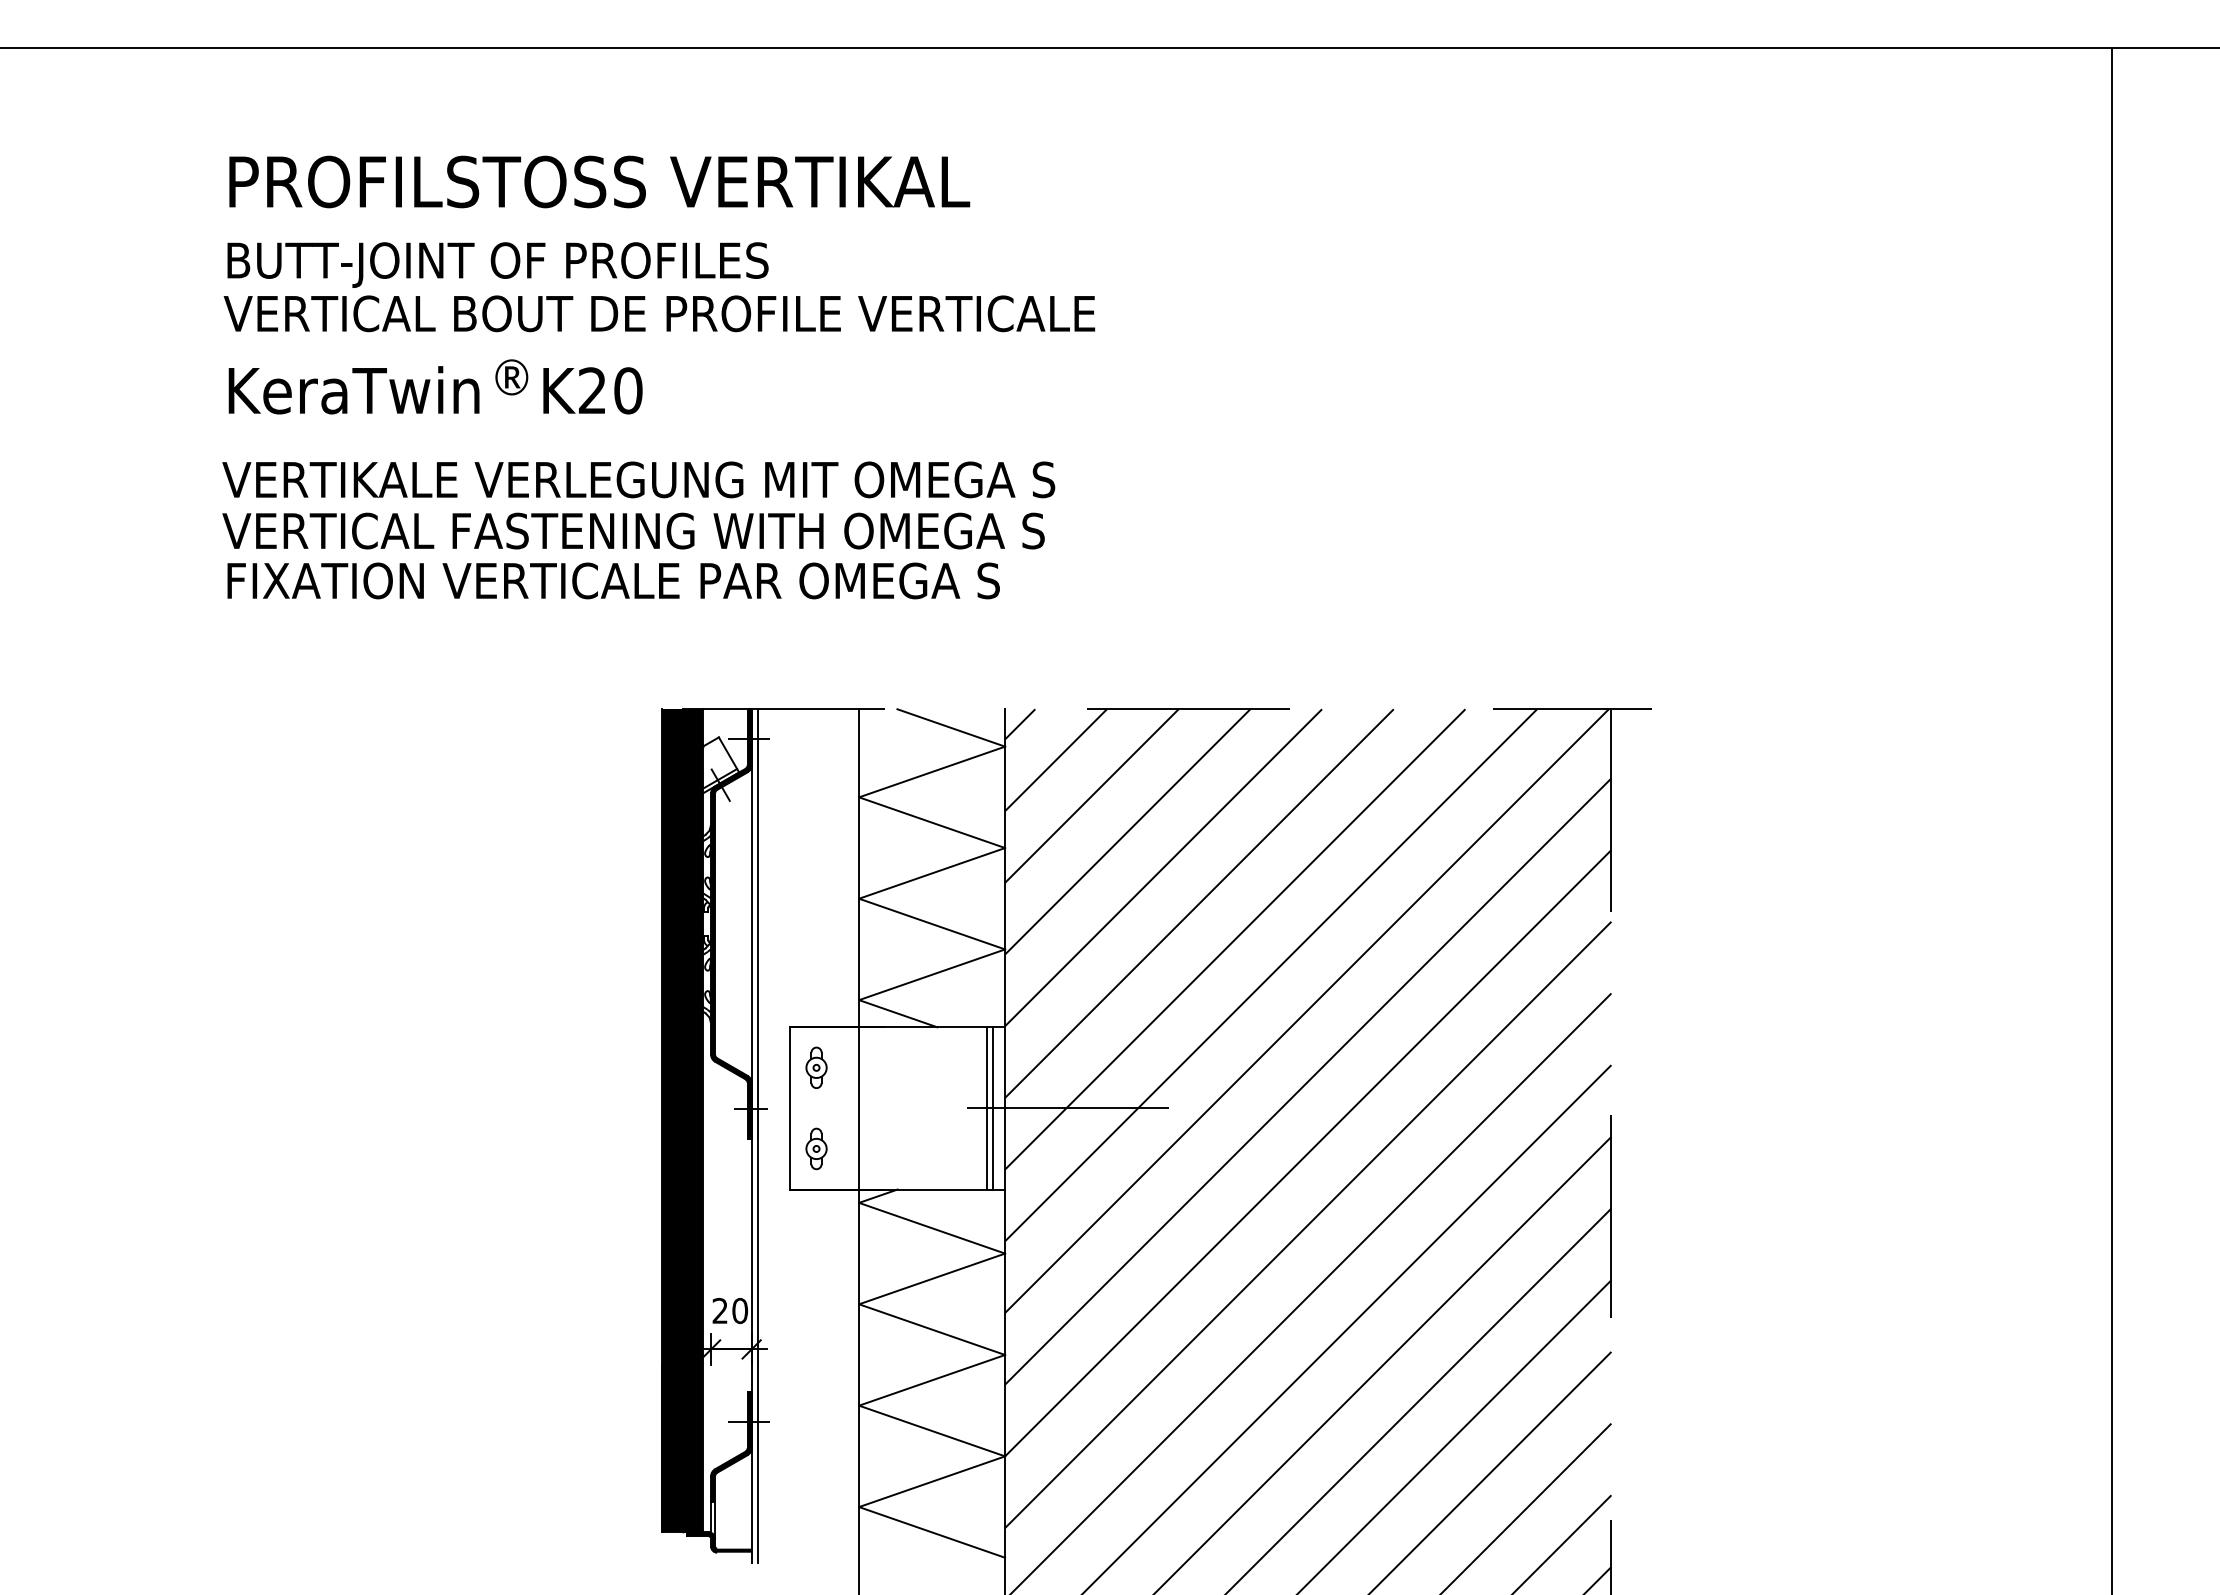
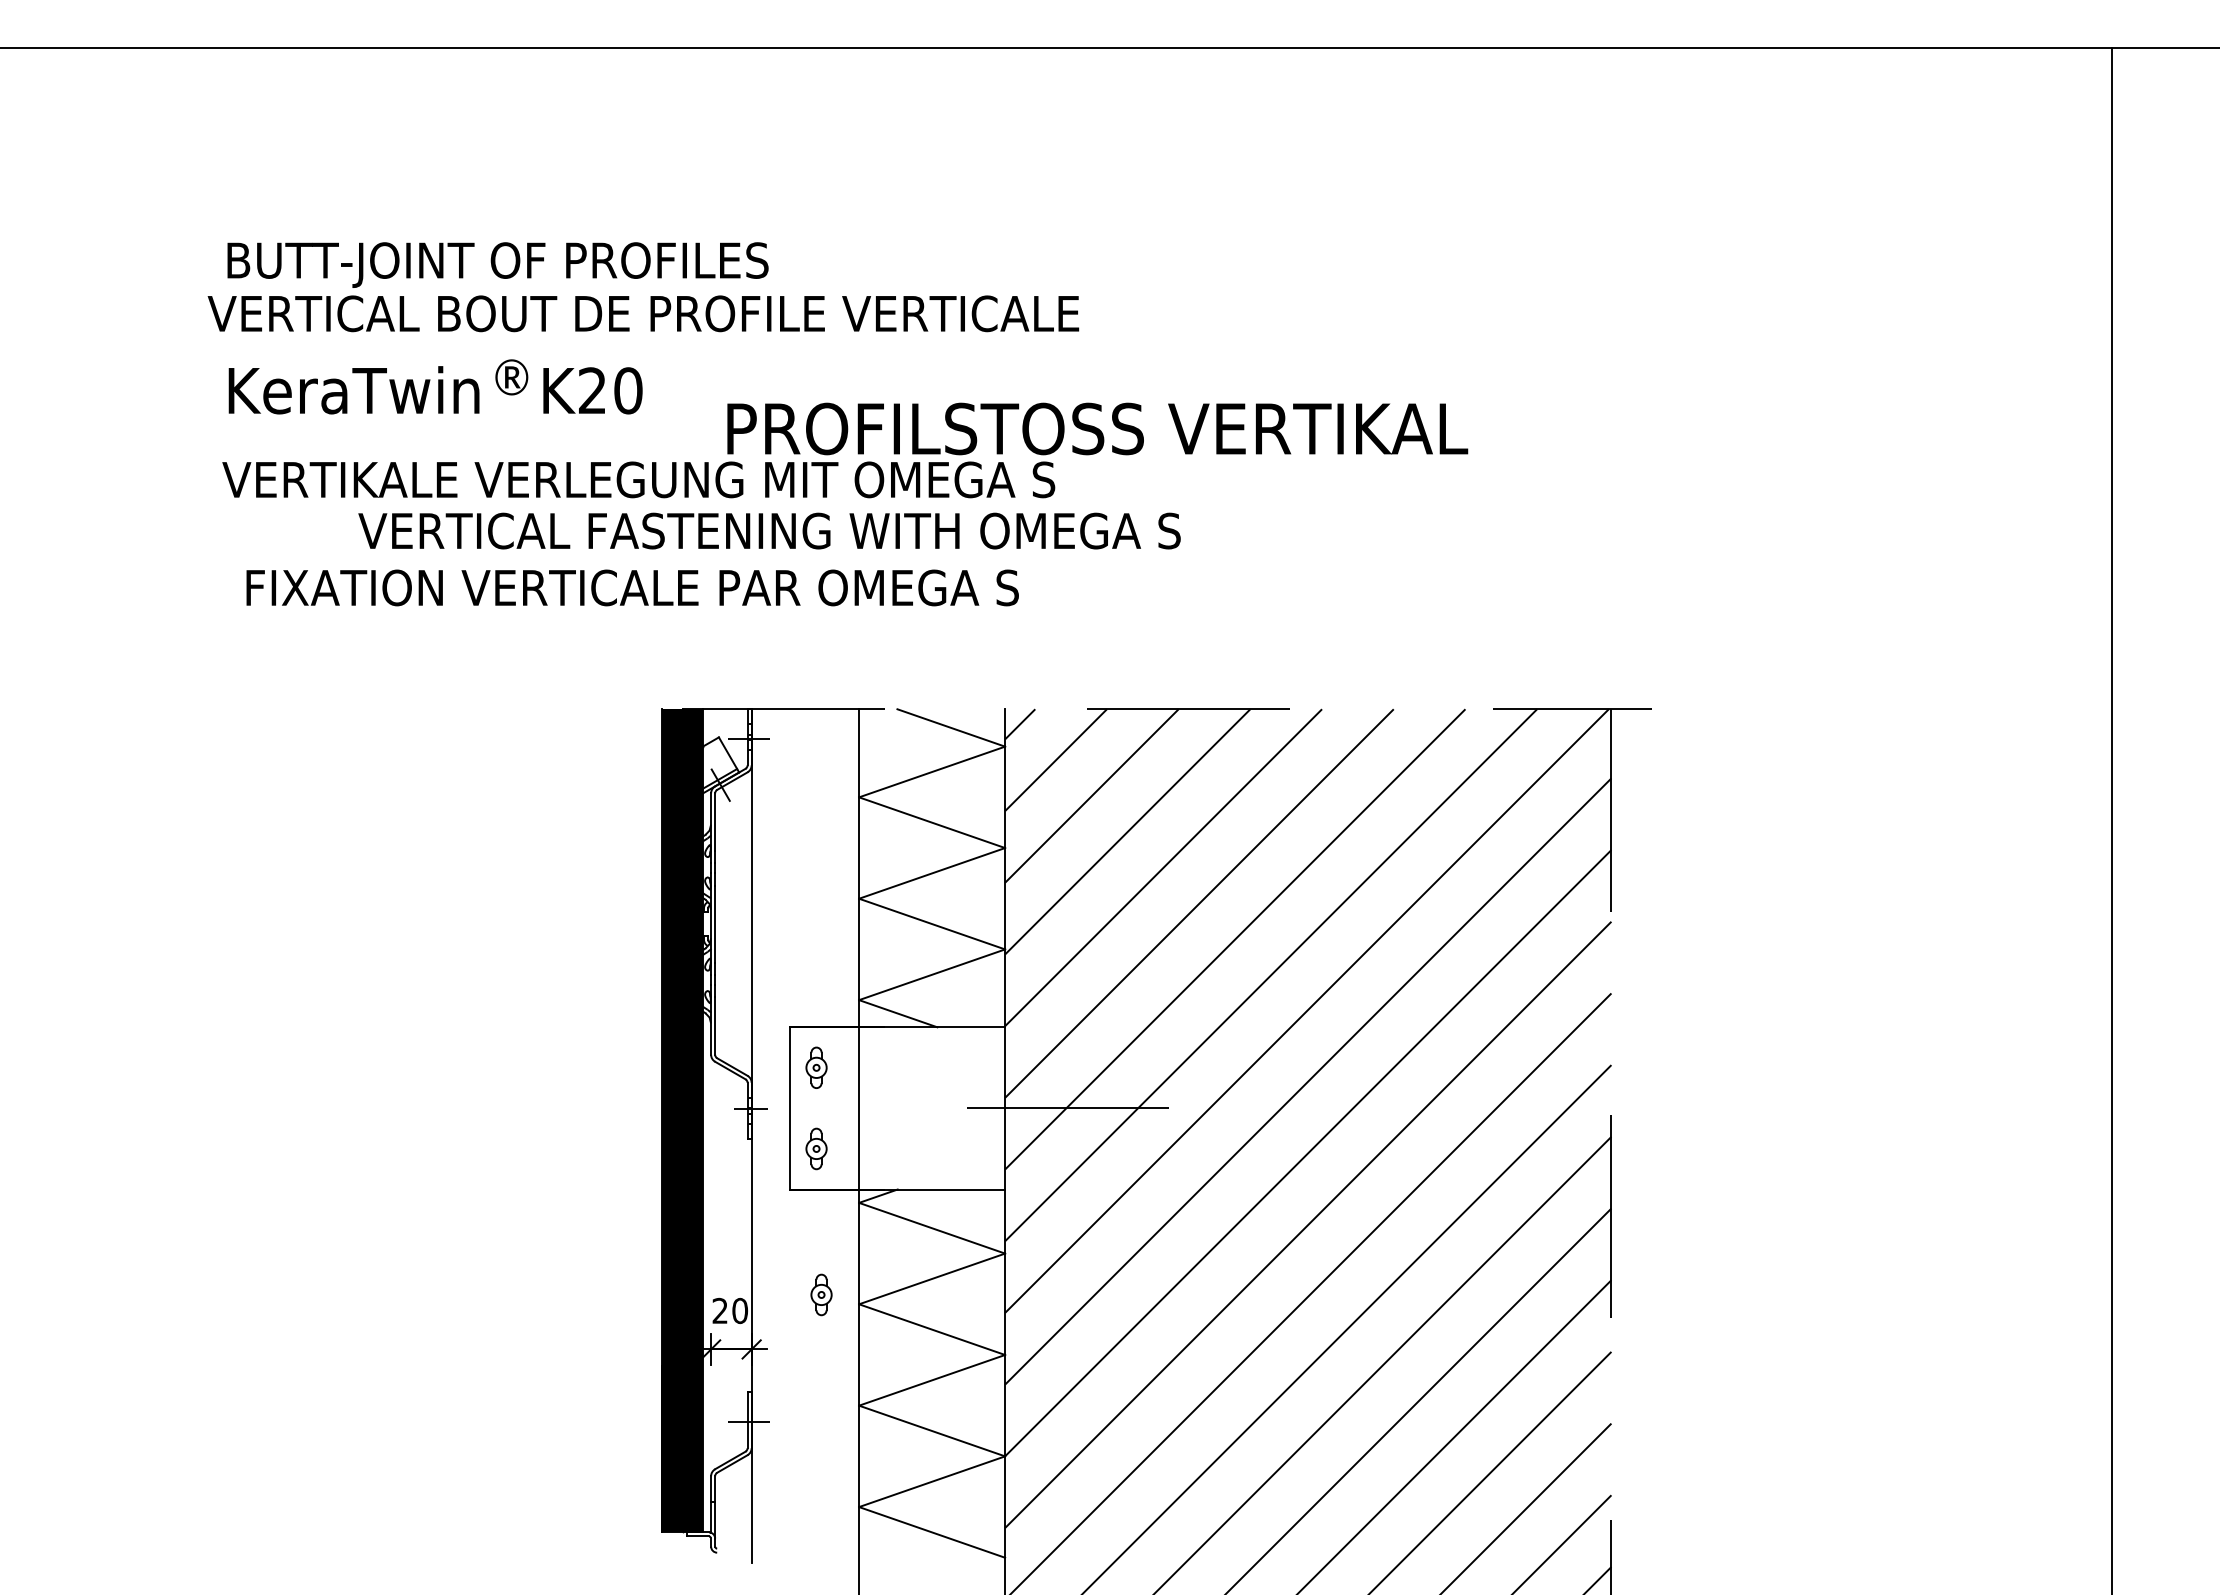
text at (599, 181) position: (599, 181) -> (1097, 428)
text at (659, 313) position: (659, 313) -> (643, 313)
text at (633, 530) position: (633, 530) -> (769, 530)
text at (613, 580) position: (613, 580) -> (632, 587)
fill at (731, 924): present -> none
line at (986, 1108): present -> none
line at (992, 1108): present -> none
line at (757, 1135): present -> none
part at (821, 1294): none -> present
fill at (731, 1447): present -> none
fill at (718, 1542): present -> none
